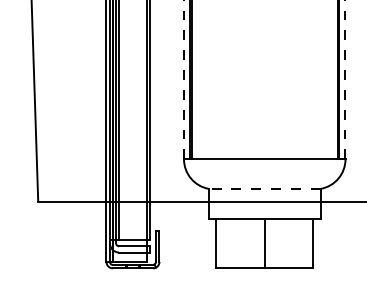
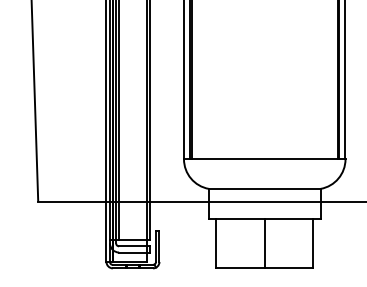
line at (345, 79): dashed -> solid
line at (184, 80): dashed -> solid
line at (264, 188): dashed -> solid
